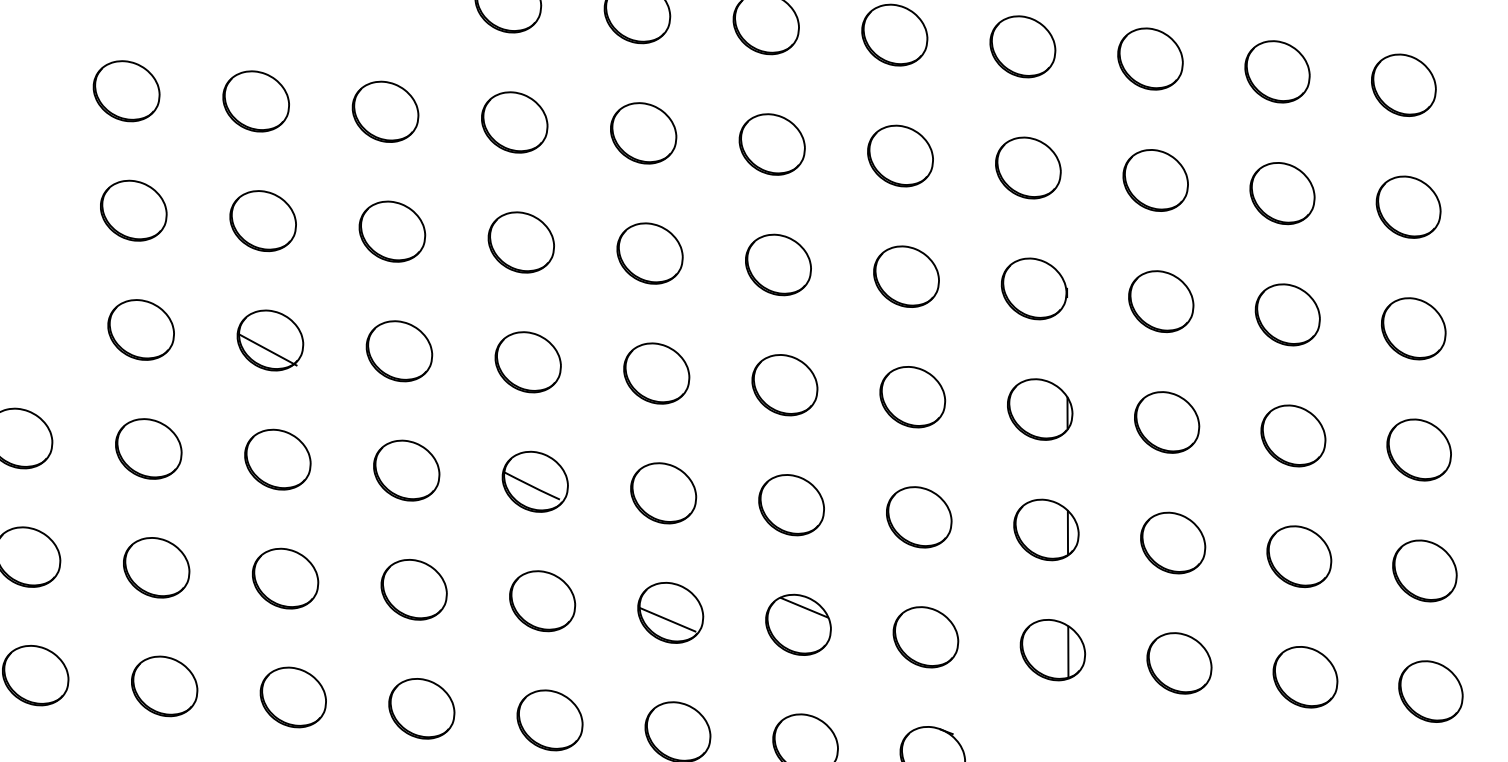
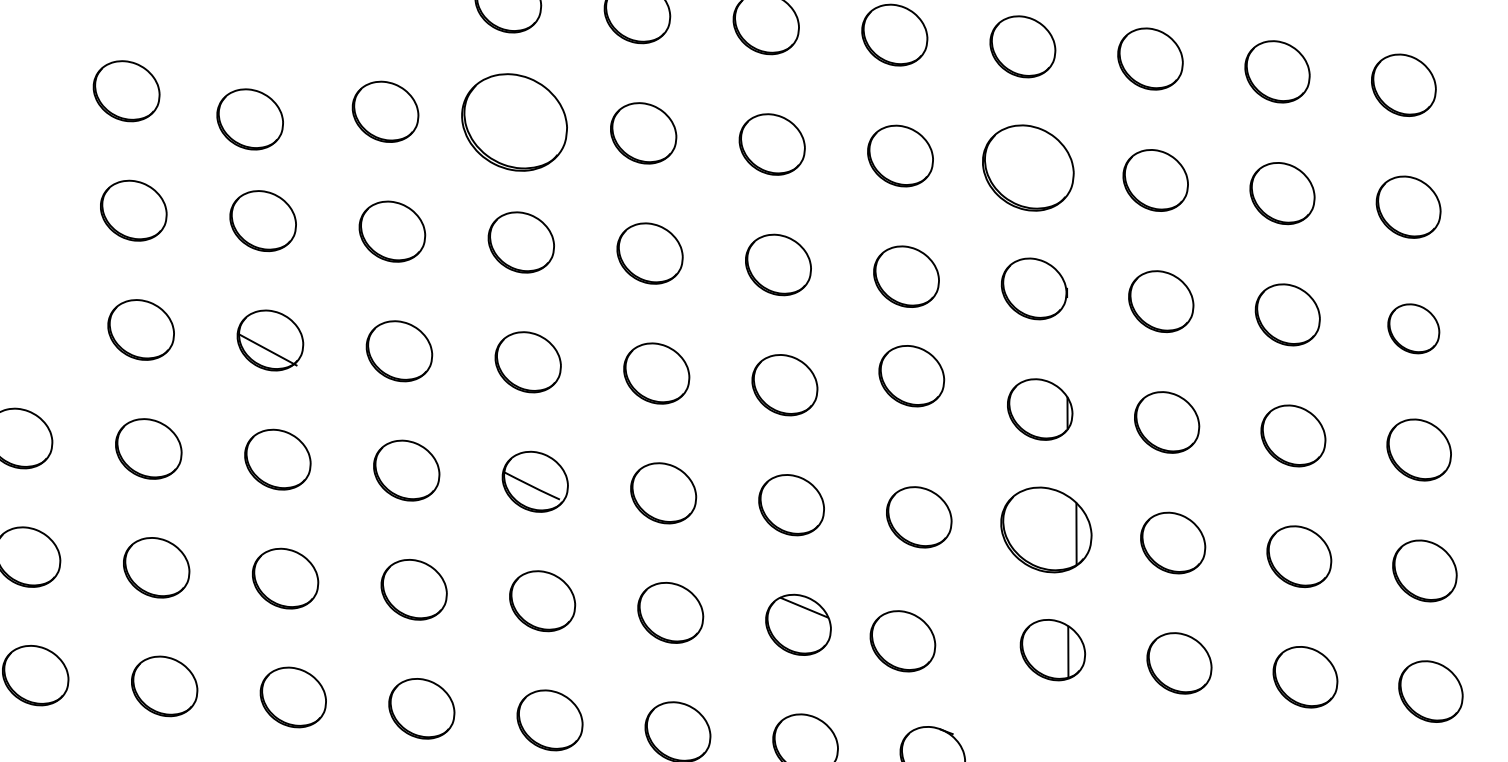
part at (255, 101) position: (255, 101) -> (249, 119)
part at (514, 122) size: 68x63 px -> 107x99 px
part at (1028, 167) size: 67x64 px -> 93x88 px
part at (1413, 328) size: 66x64 px -> 54x52 px
part at (912, 397) position: (912, 397) -> (911, 376)
part at (1046, 529) size: 67x64 px -> 93x88 px
line at (667, 619): present -> none
part at (925, 637) position: (925, 637) -> (902, 641)
